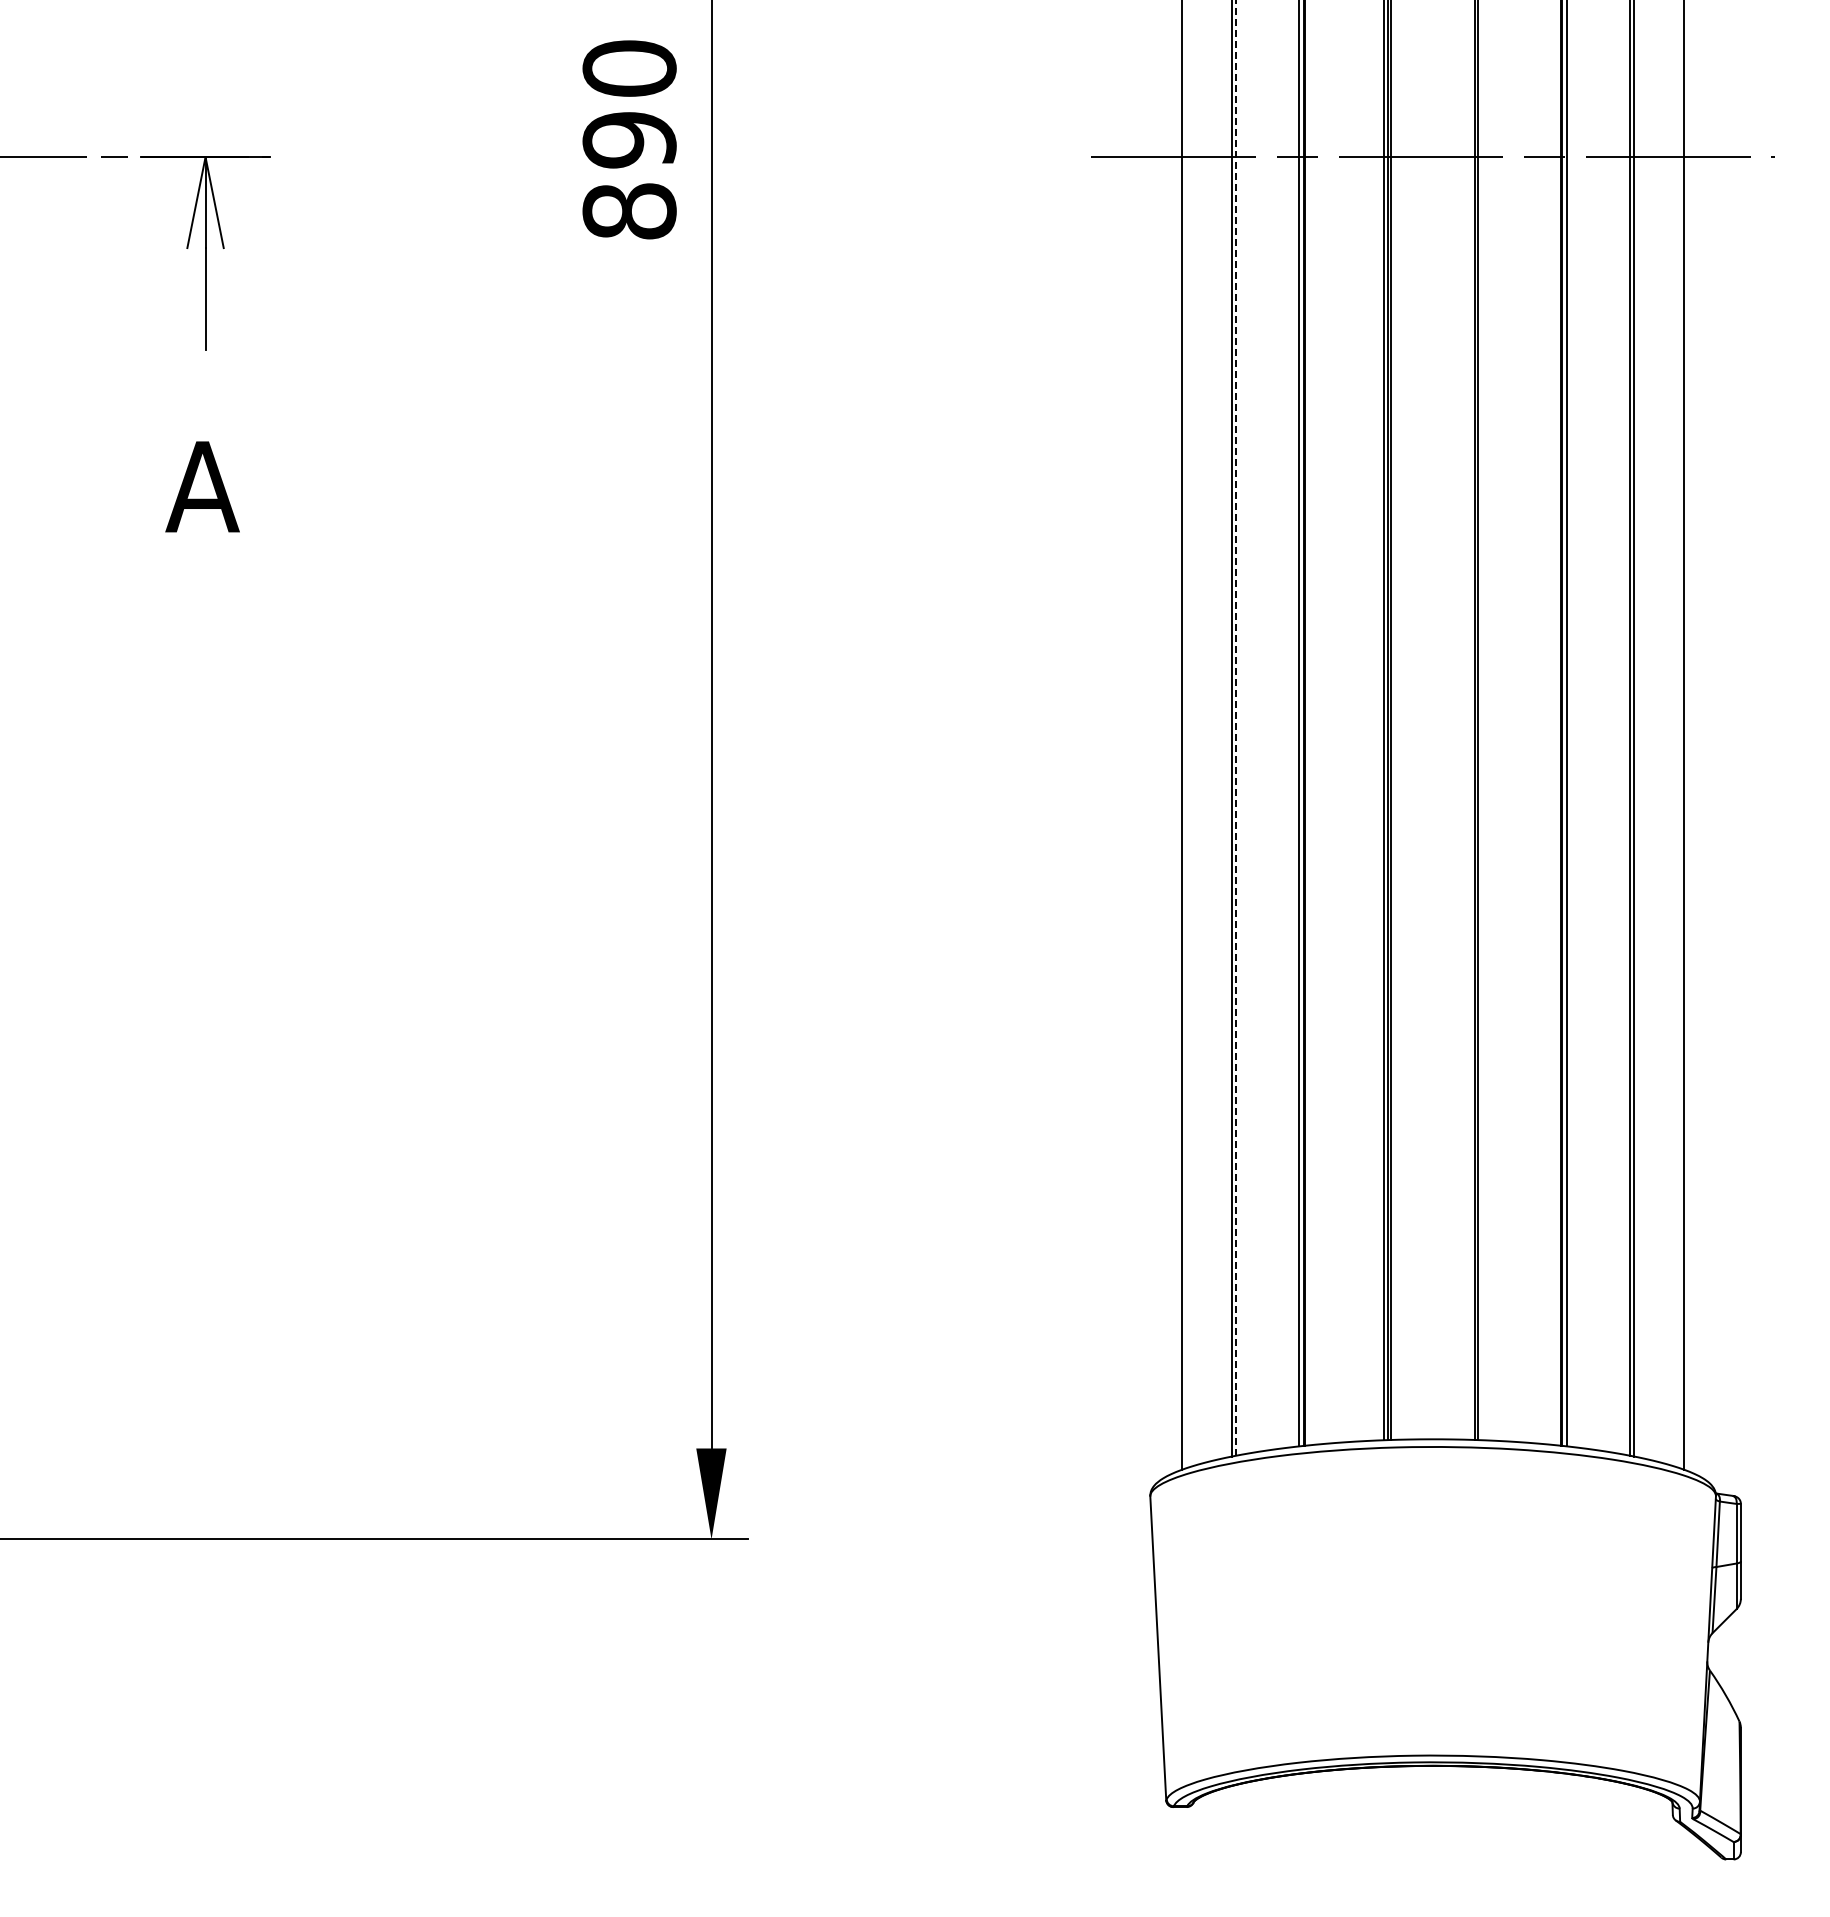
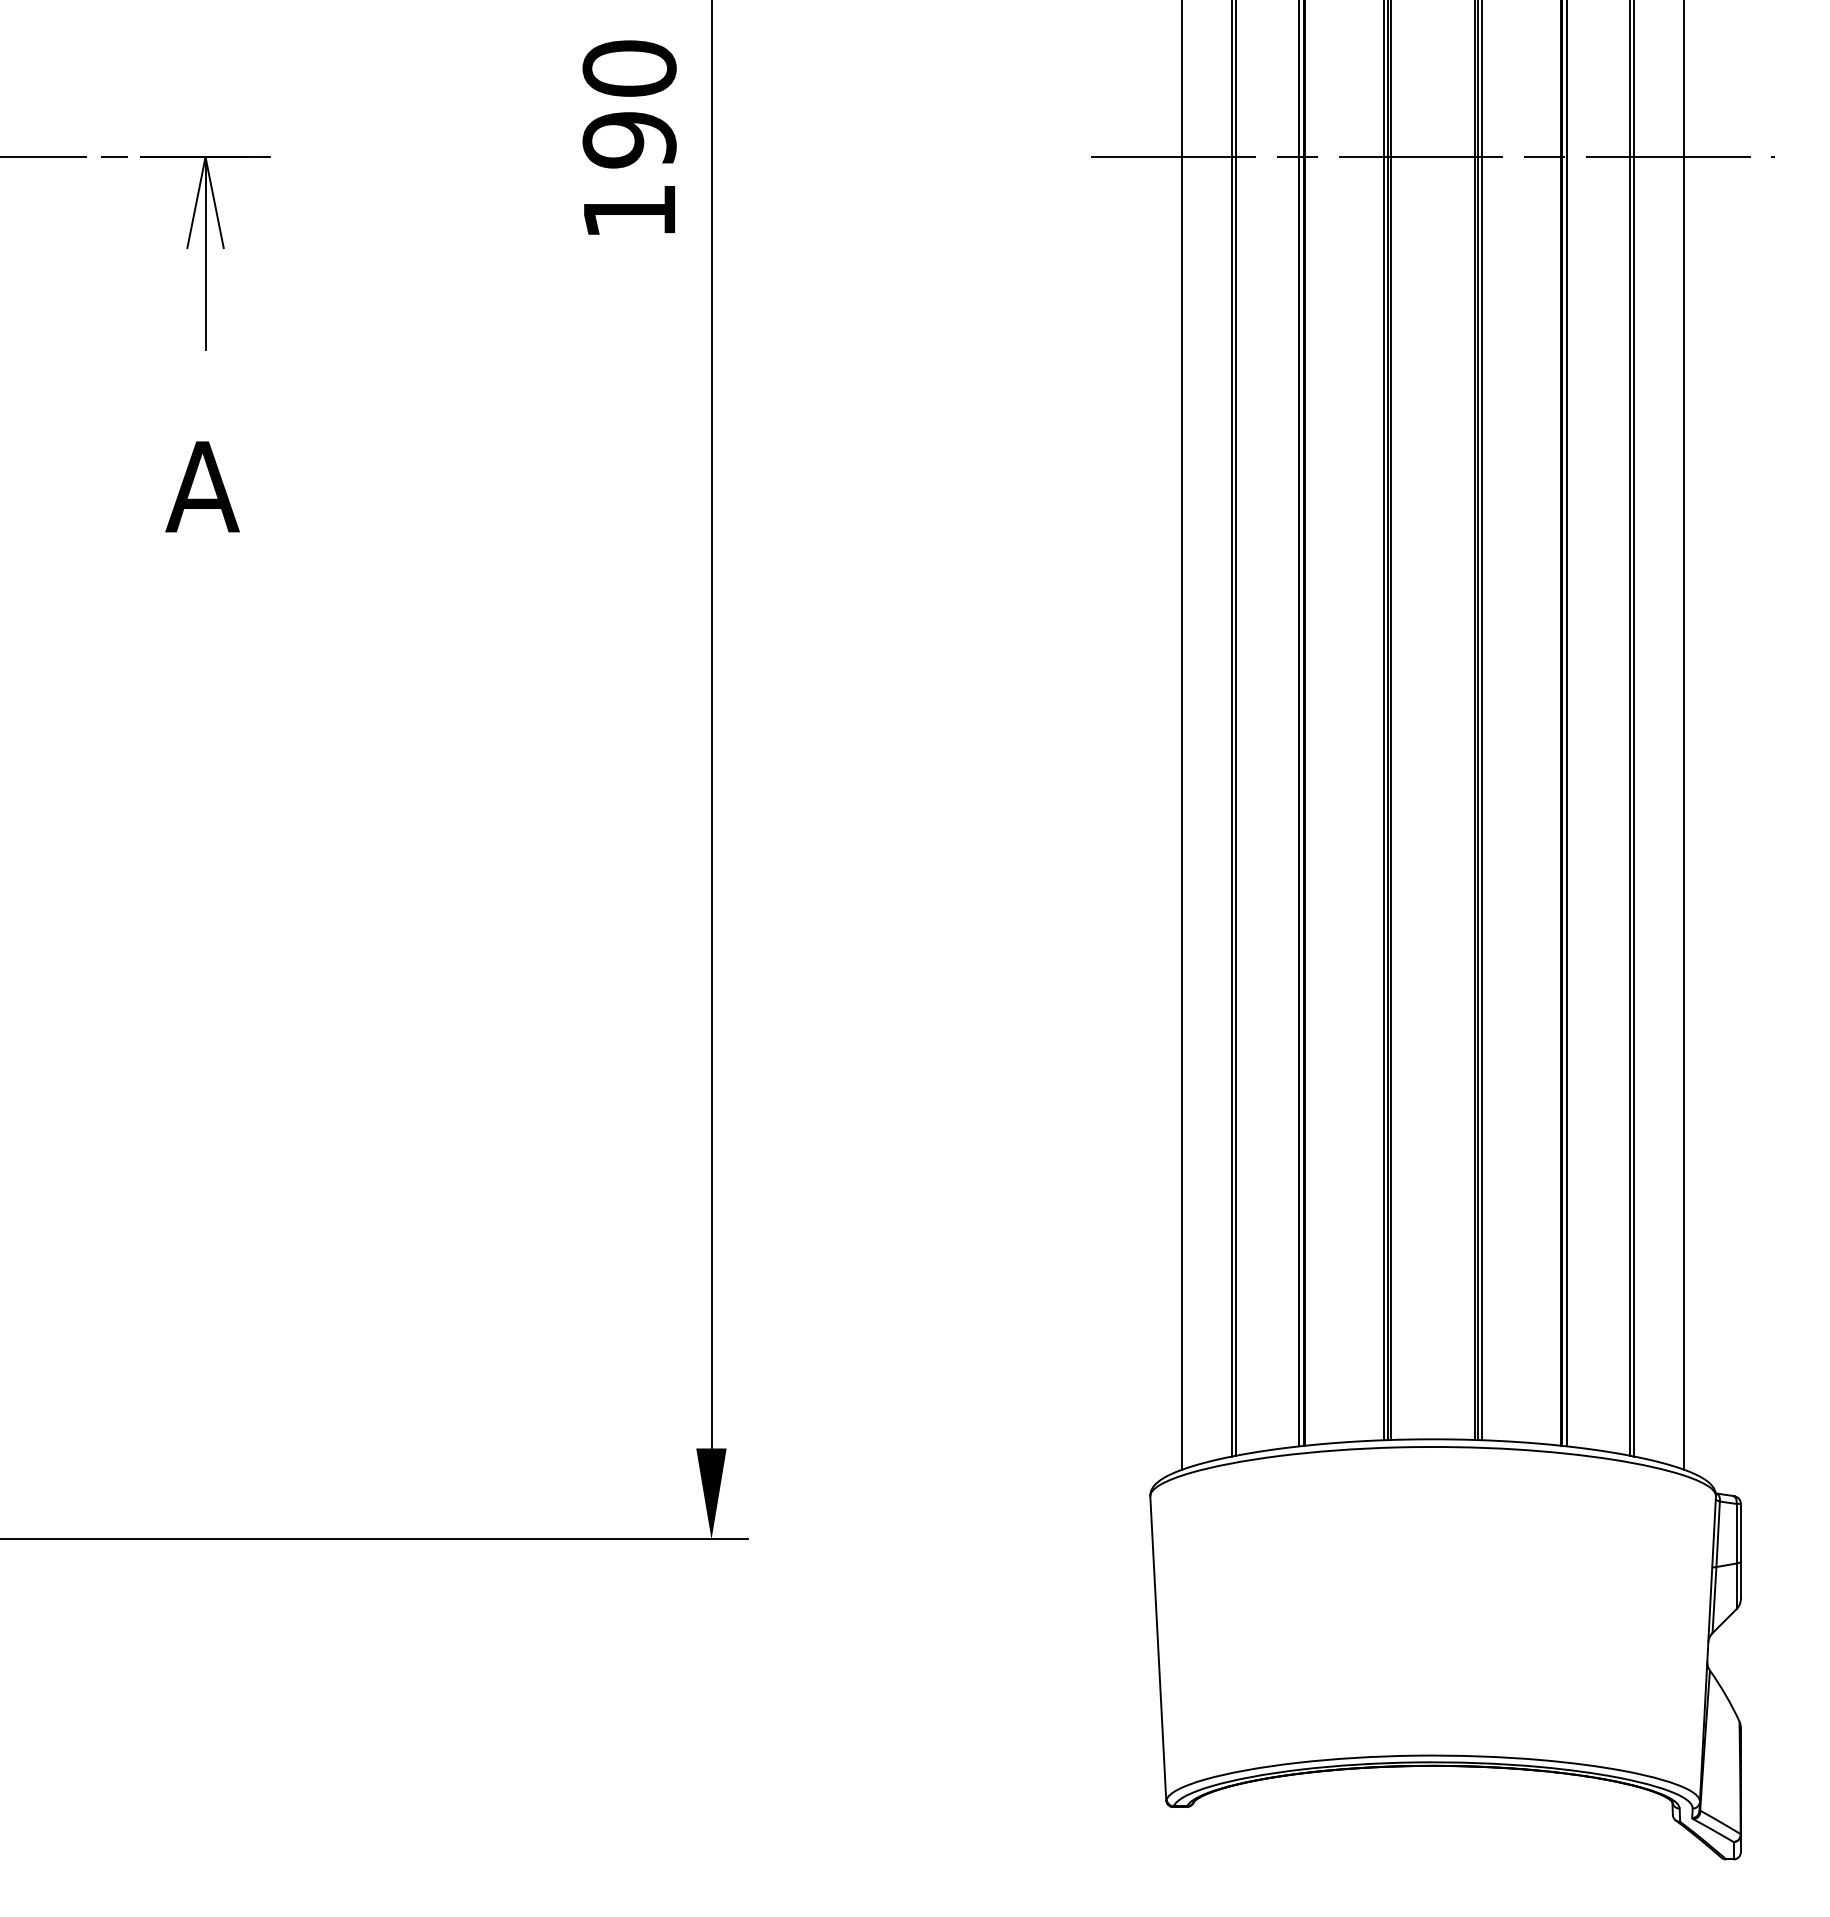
text at (629, 211): 890 -> 190
line at (1482, 721): none -> present
line at (1236, 727): dashed -> solid
